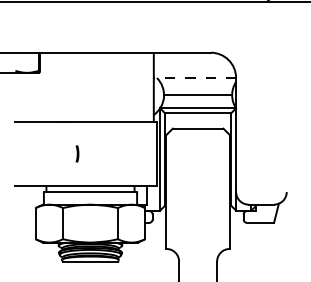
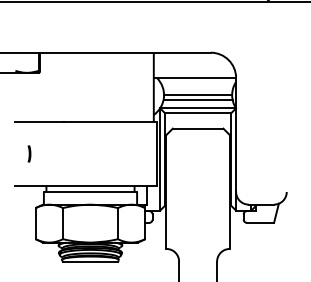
line at (194, 78): dashed -> solid
line at (197, 100): none -> present
part at (77, 153) position: (77, 153) -> (29, 153)
